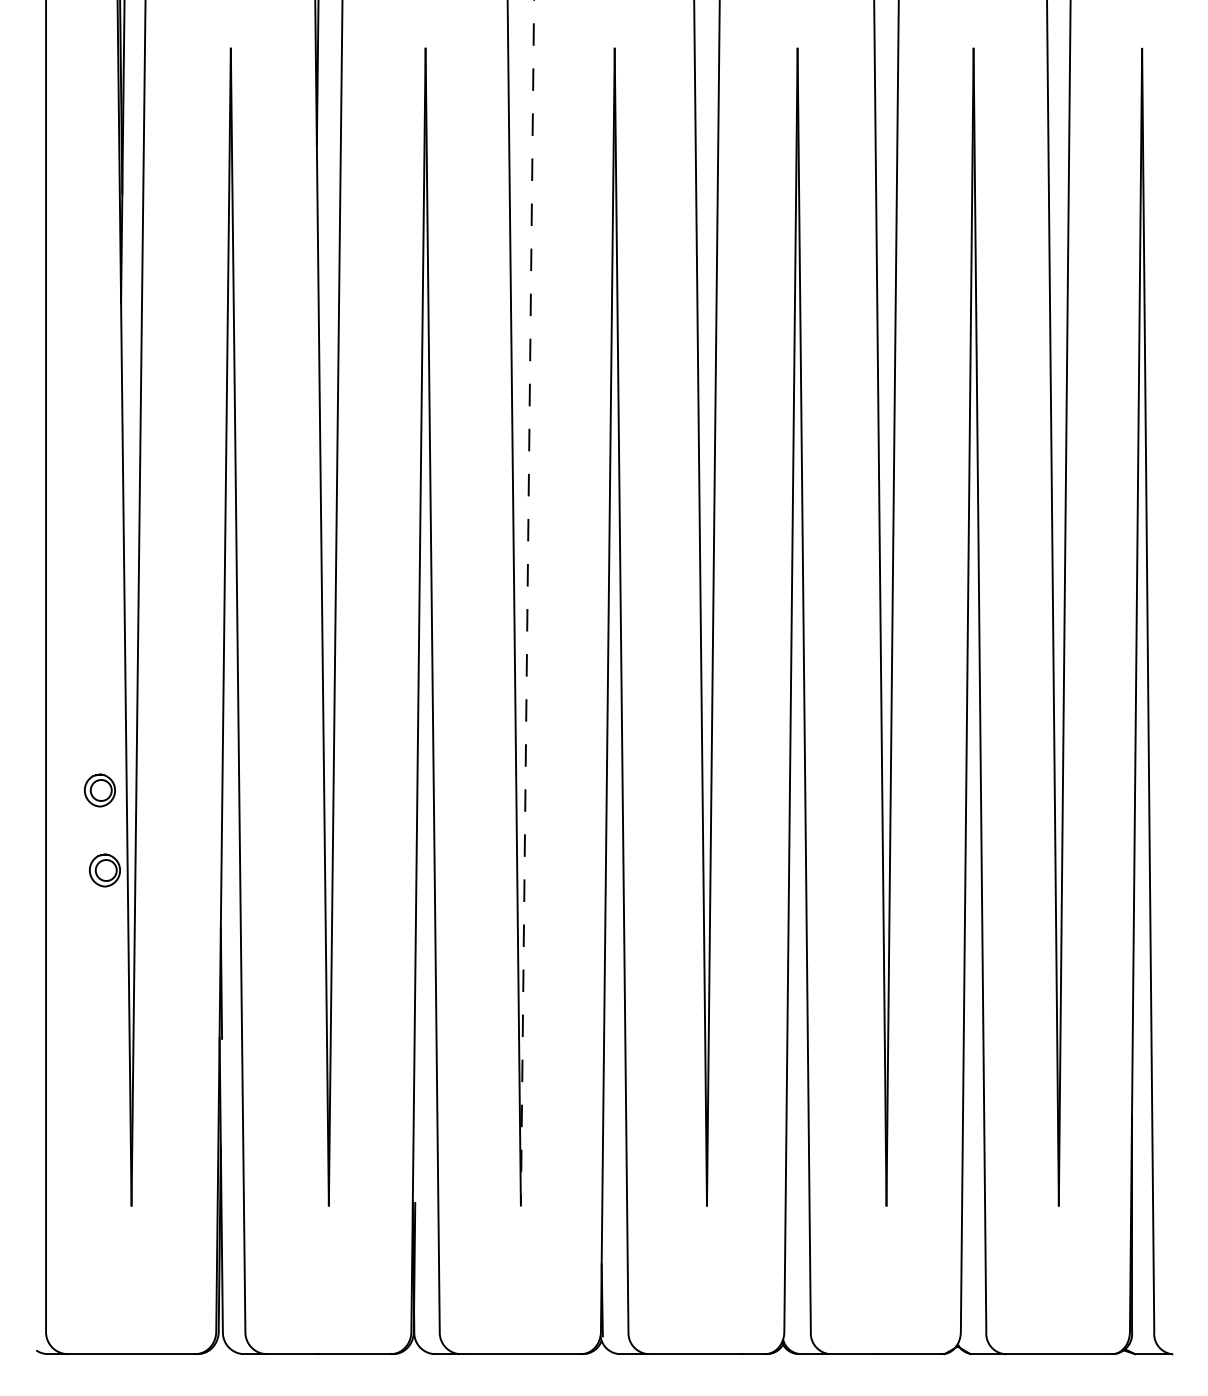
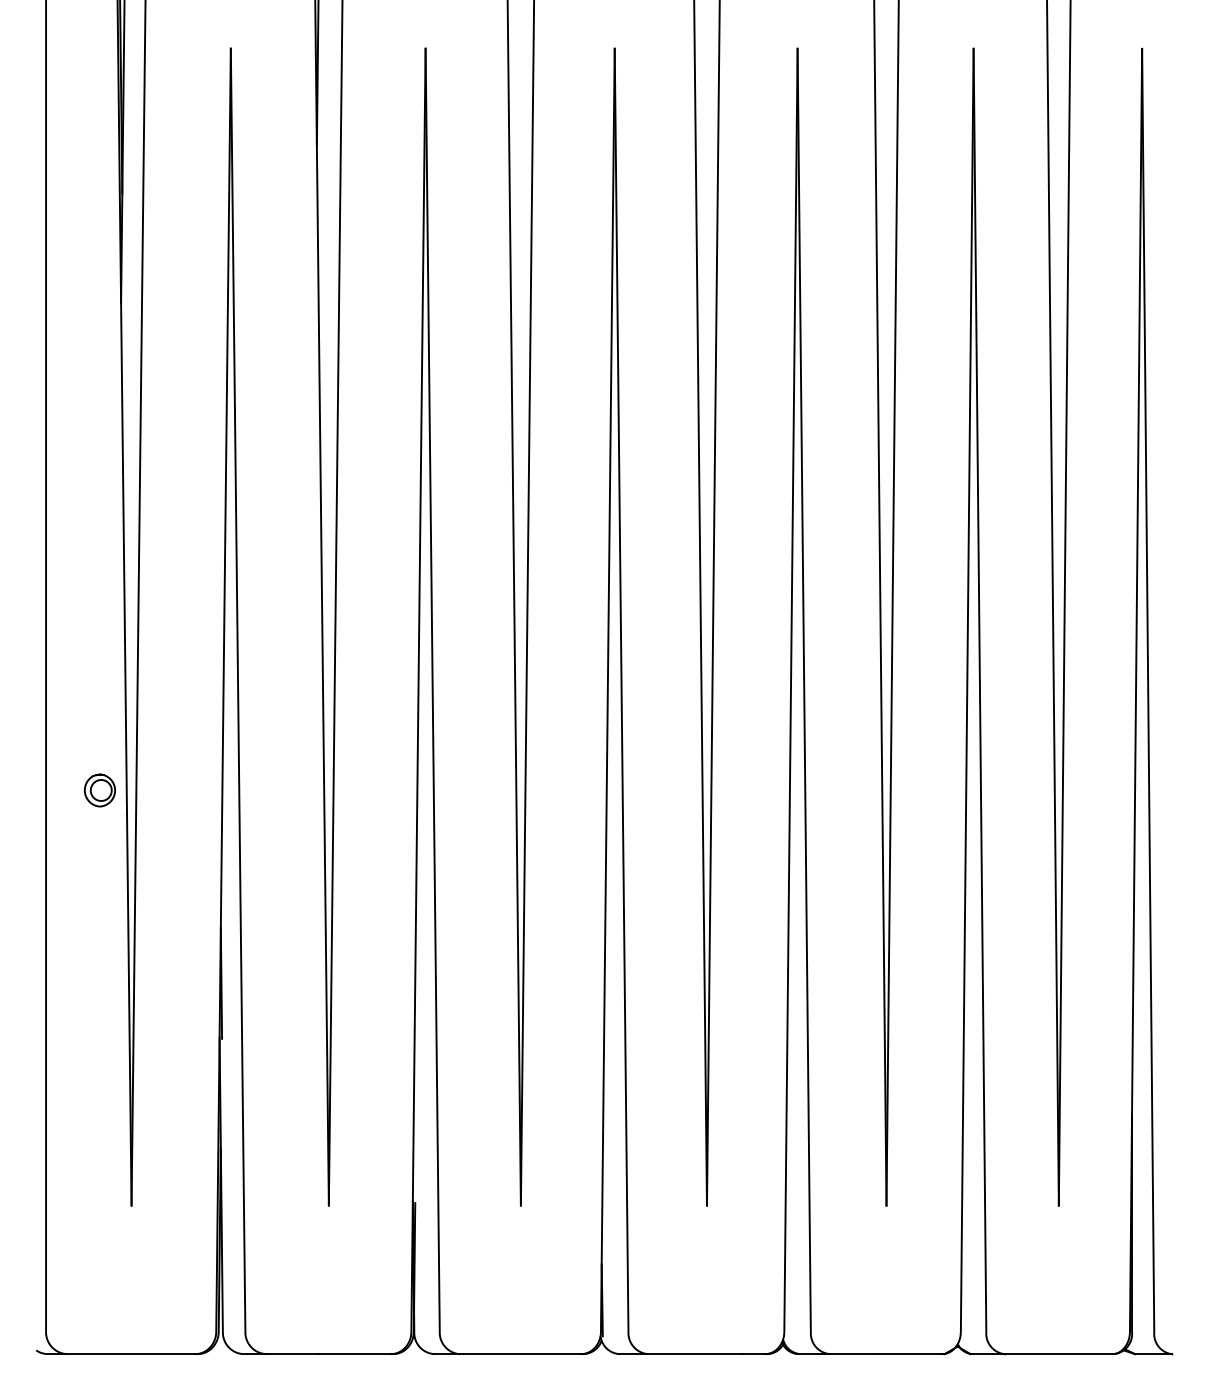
line at (527, 602): dashed -> solid
part at (104, 870): present -> none
